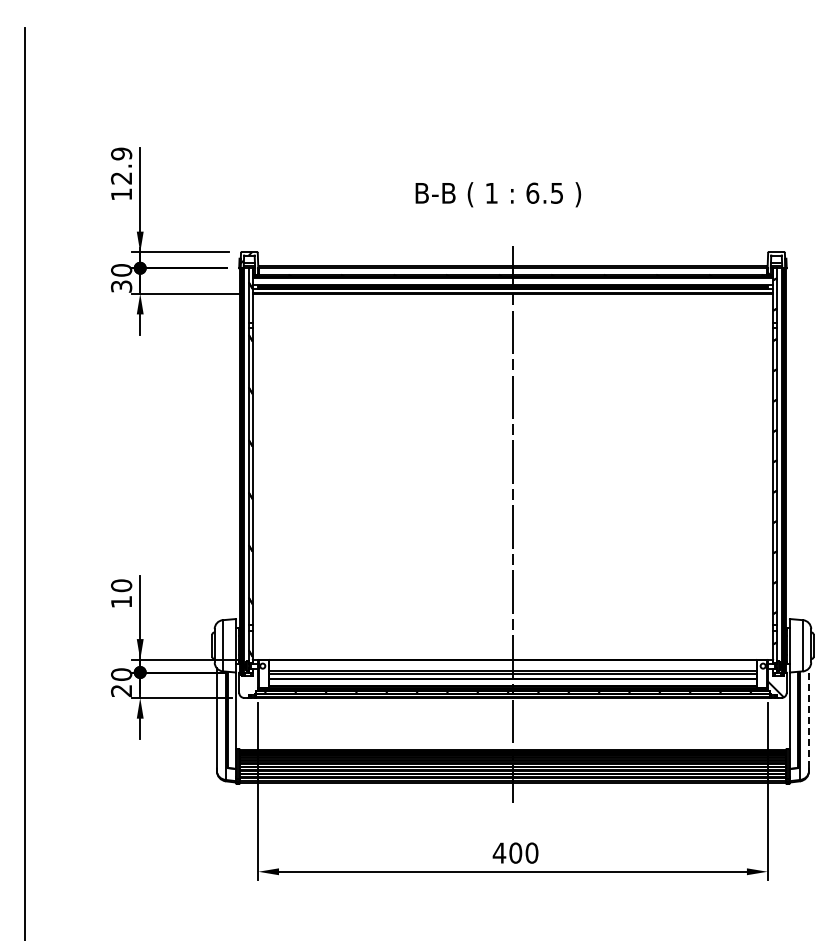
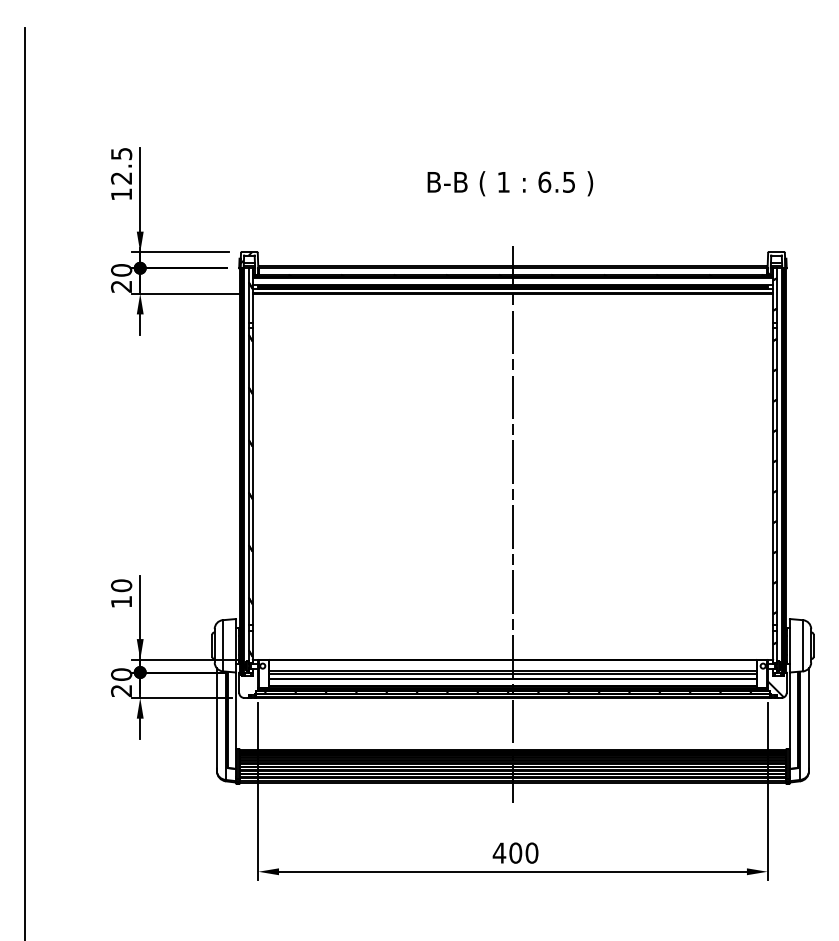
text at (121, 153): 12.9 -> 12.5
text at (498, 194) position: (498, 194) -> (510, 183)
text at (121, 286): 30 -> 20
line at (808, 718): dashed -> solid
